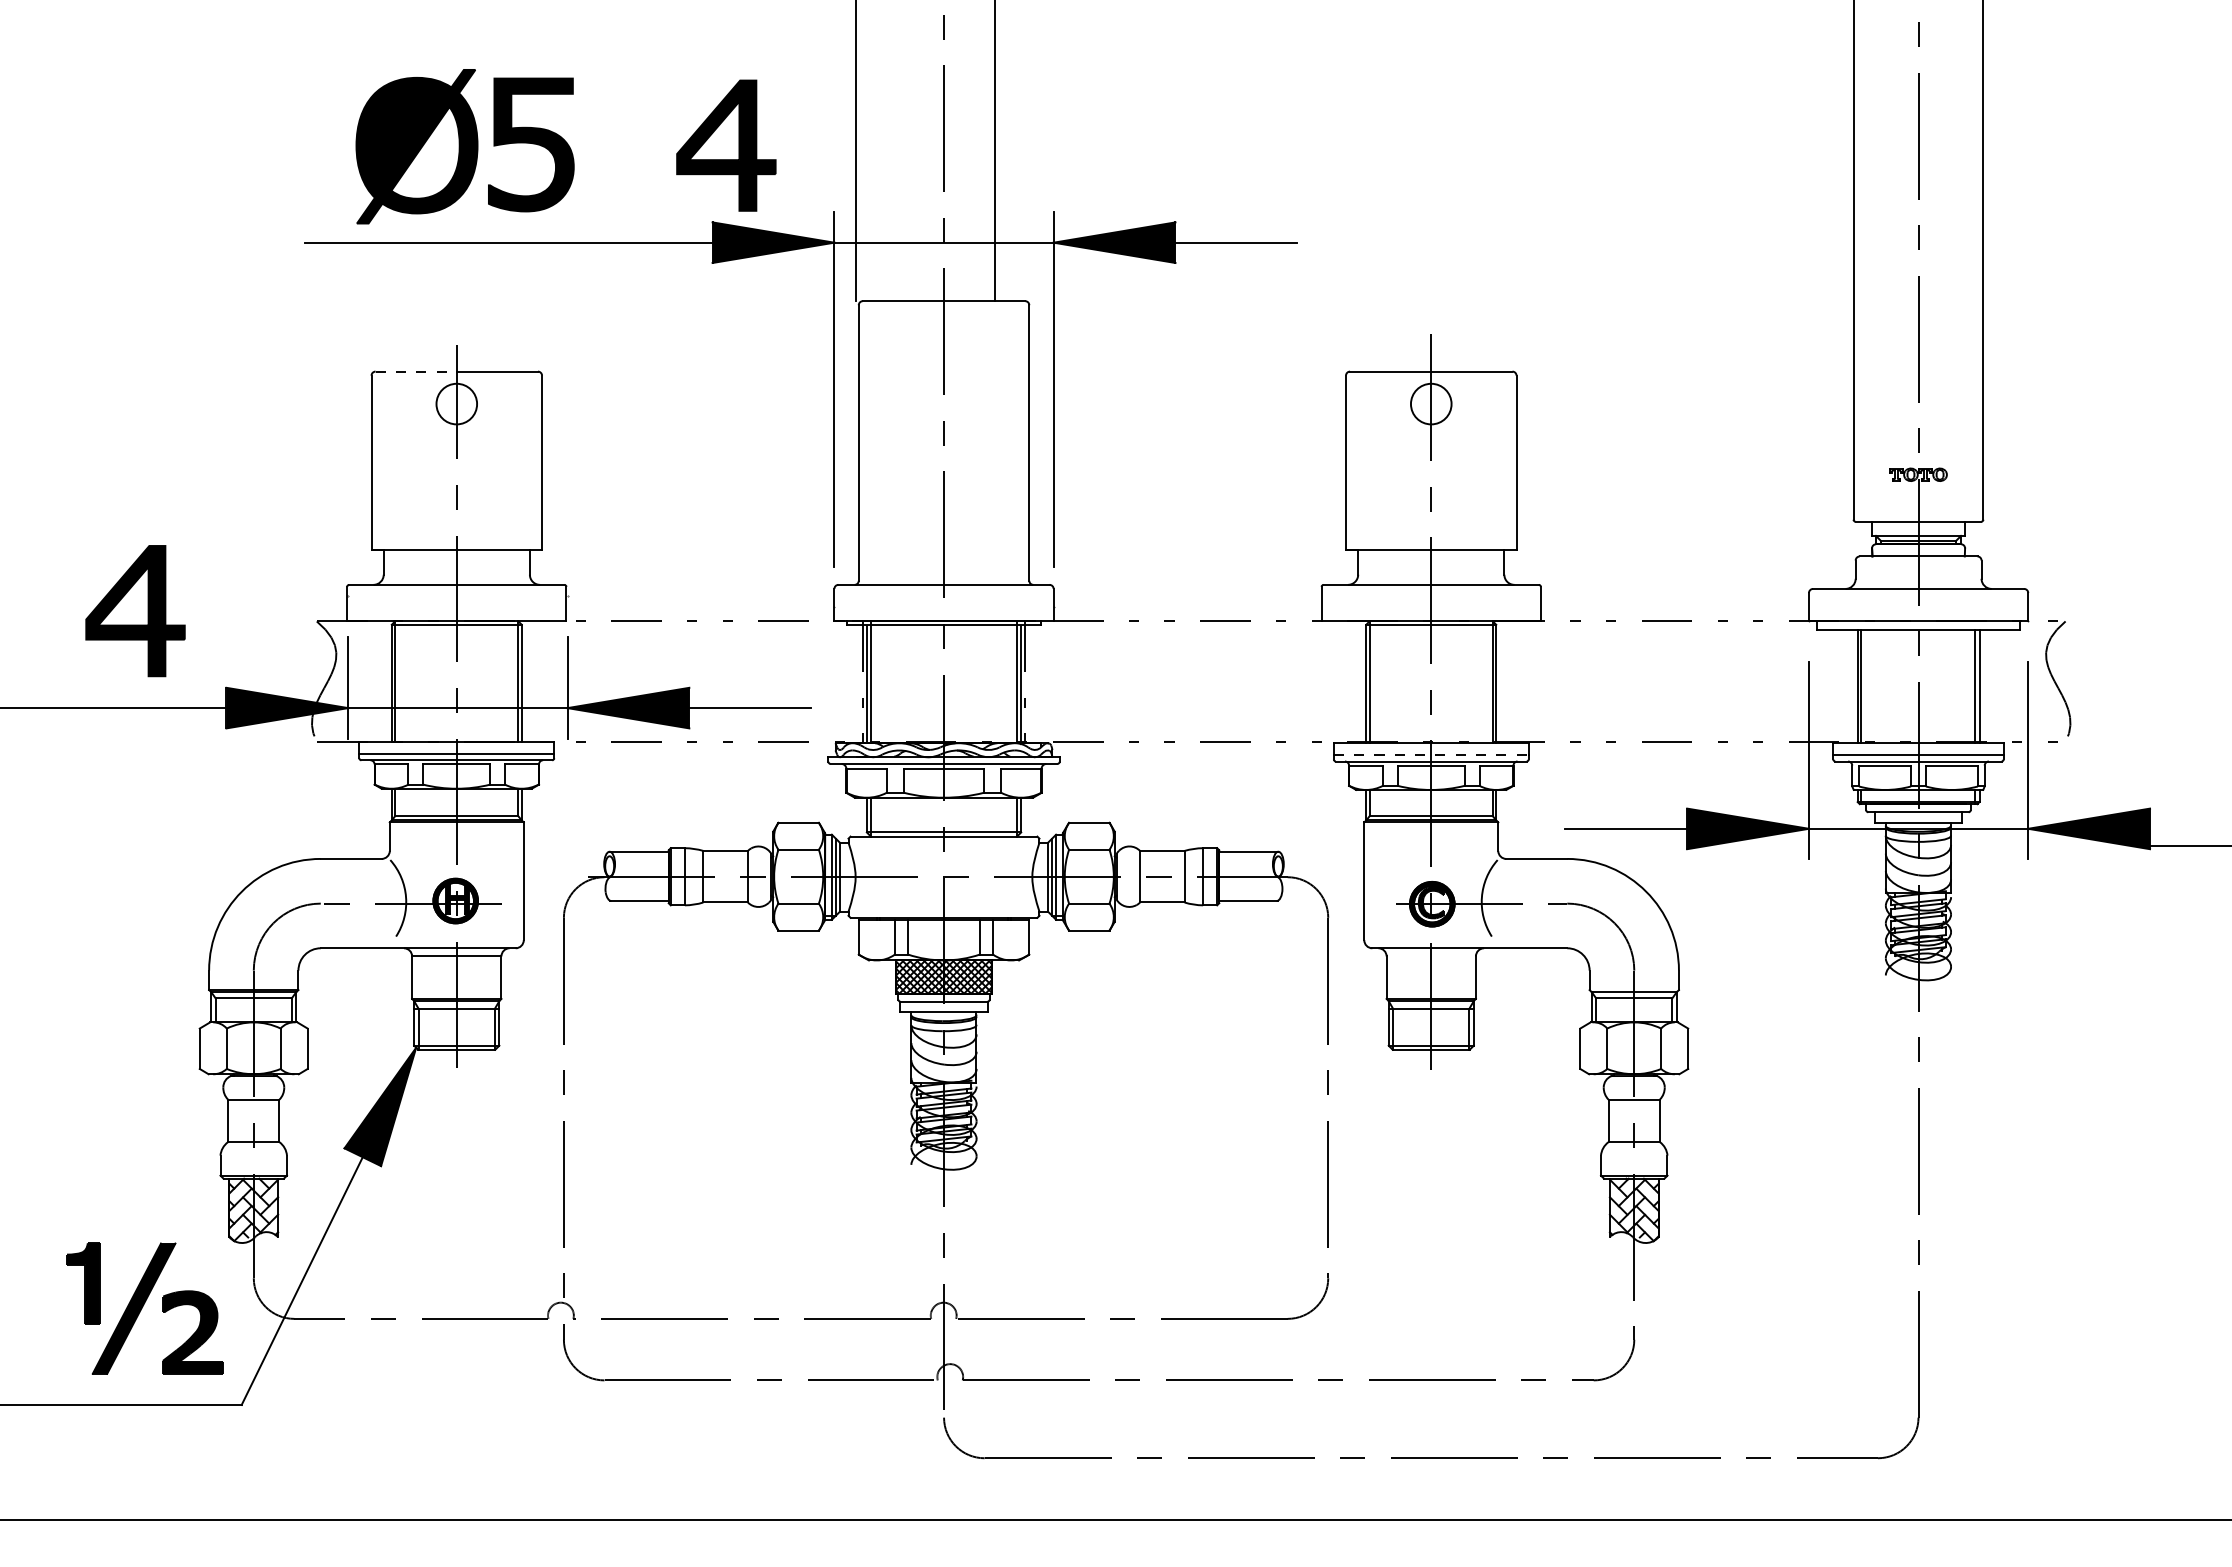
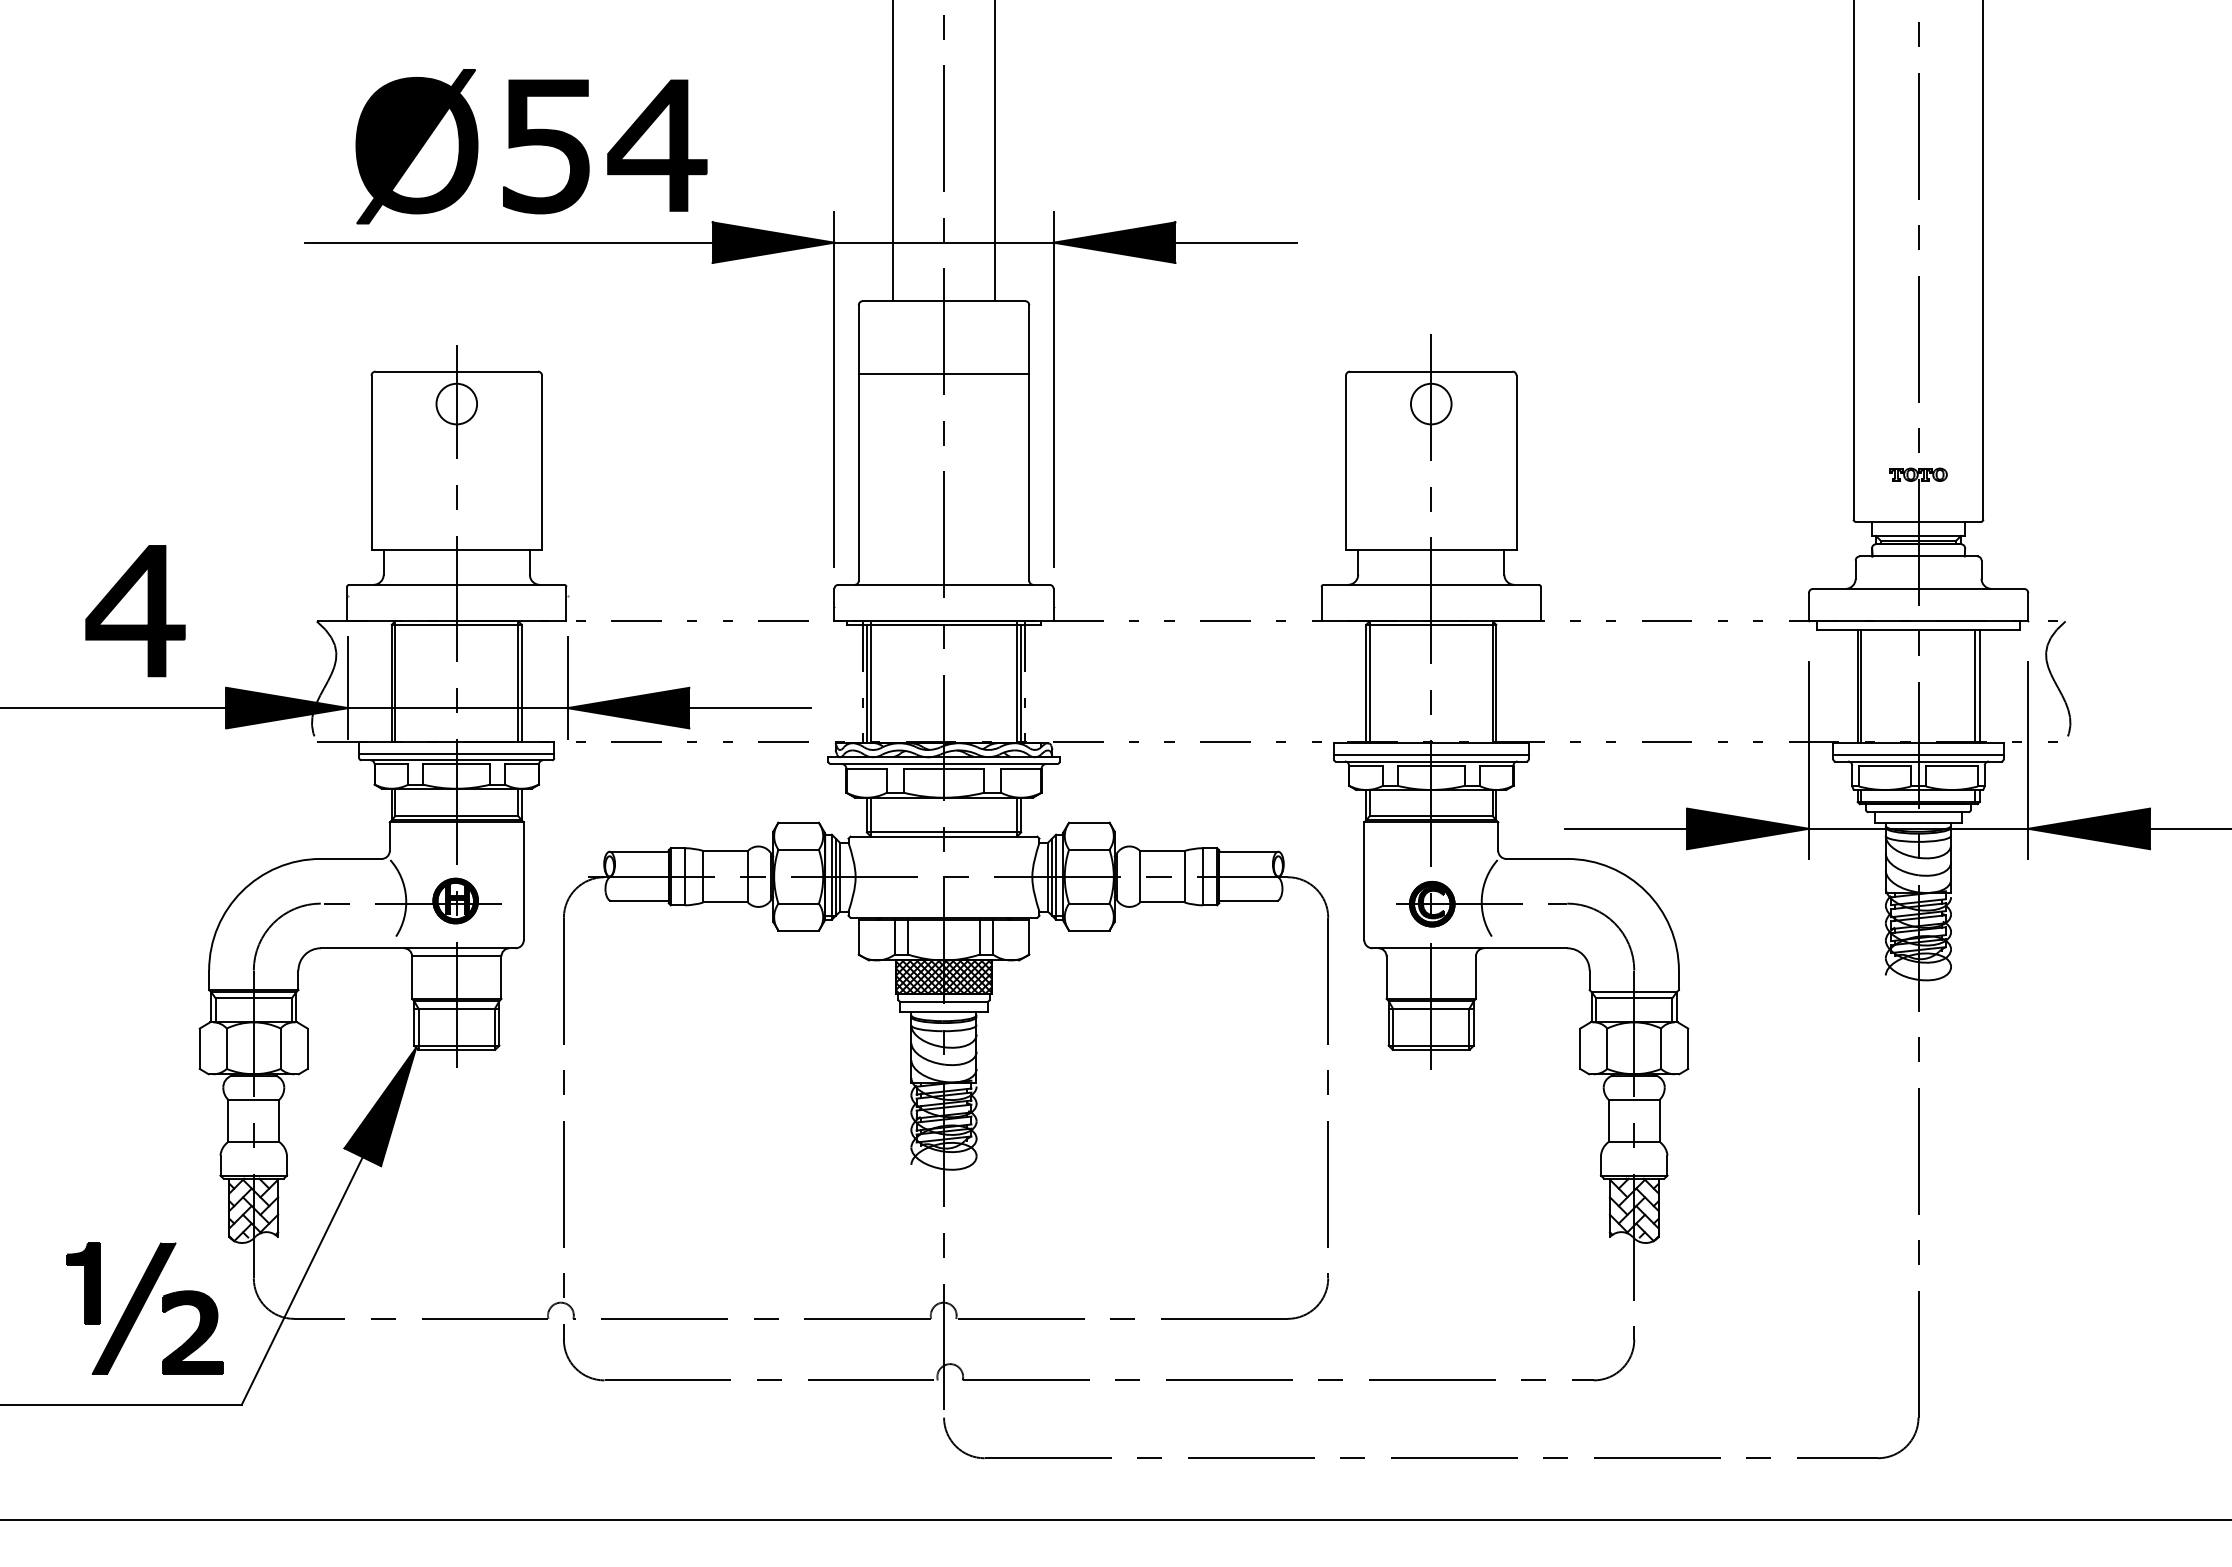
part at (531, 144) position: (531, 144) -> (546, 146)
part at (726, 145) position: (726, 145) -> (657, 145)
line at (856, 151) position: (856, 151) -> (893, 151)
line at (416, 371): dashed -> solid
line at (943, 374): none -> present
line at (1431, 755): dashed -> solid
line at (2189, 845) position: (2189, 845) -> (2189, 828)
